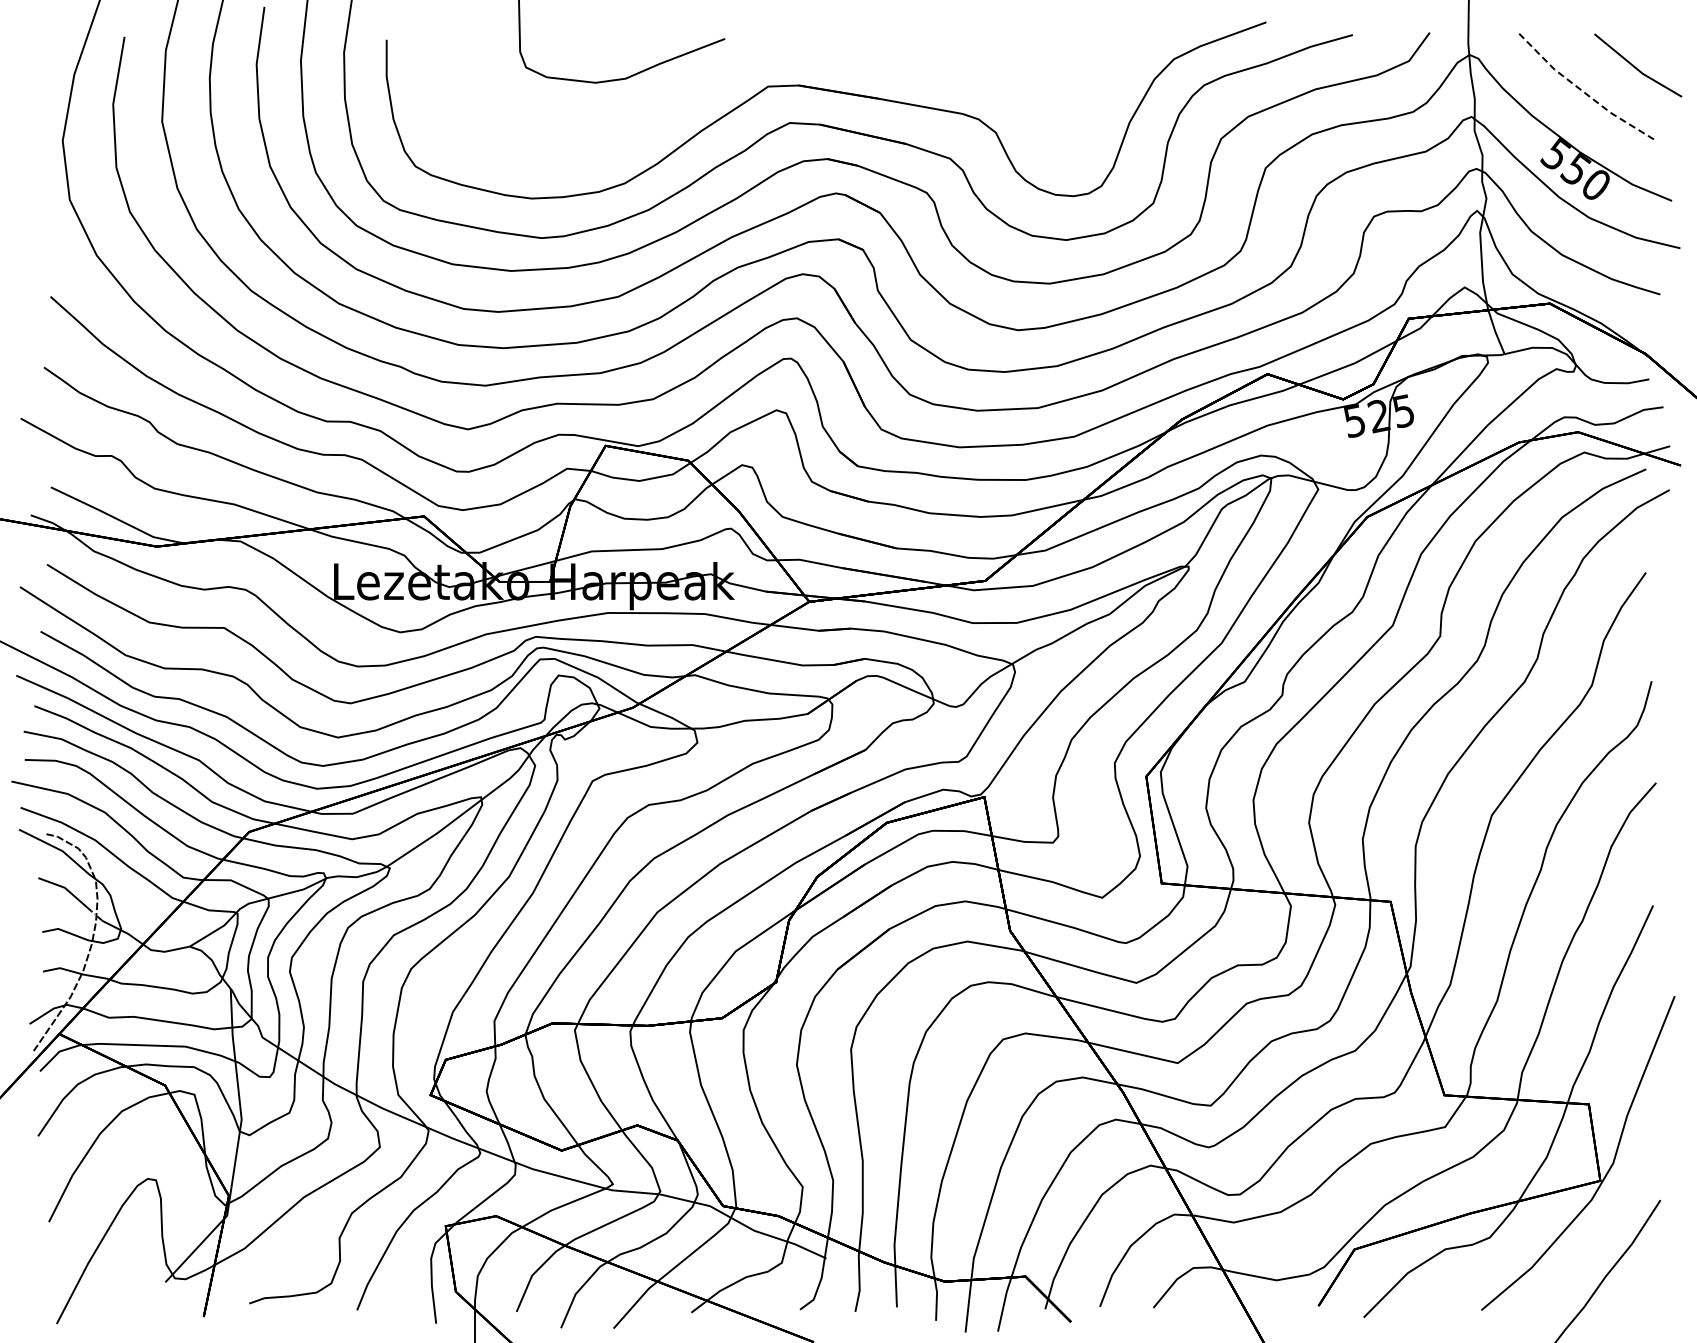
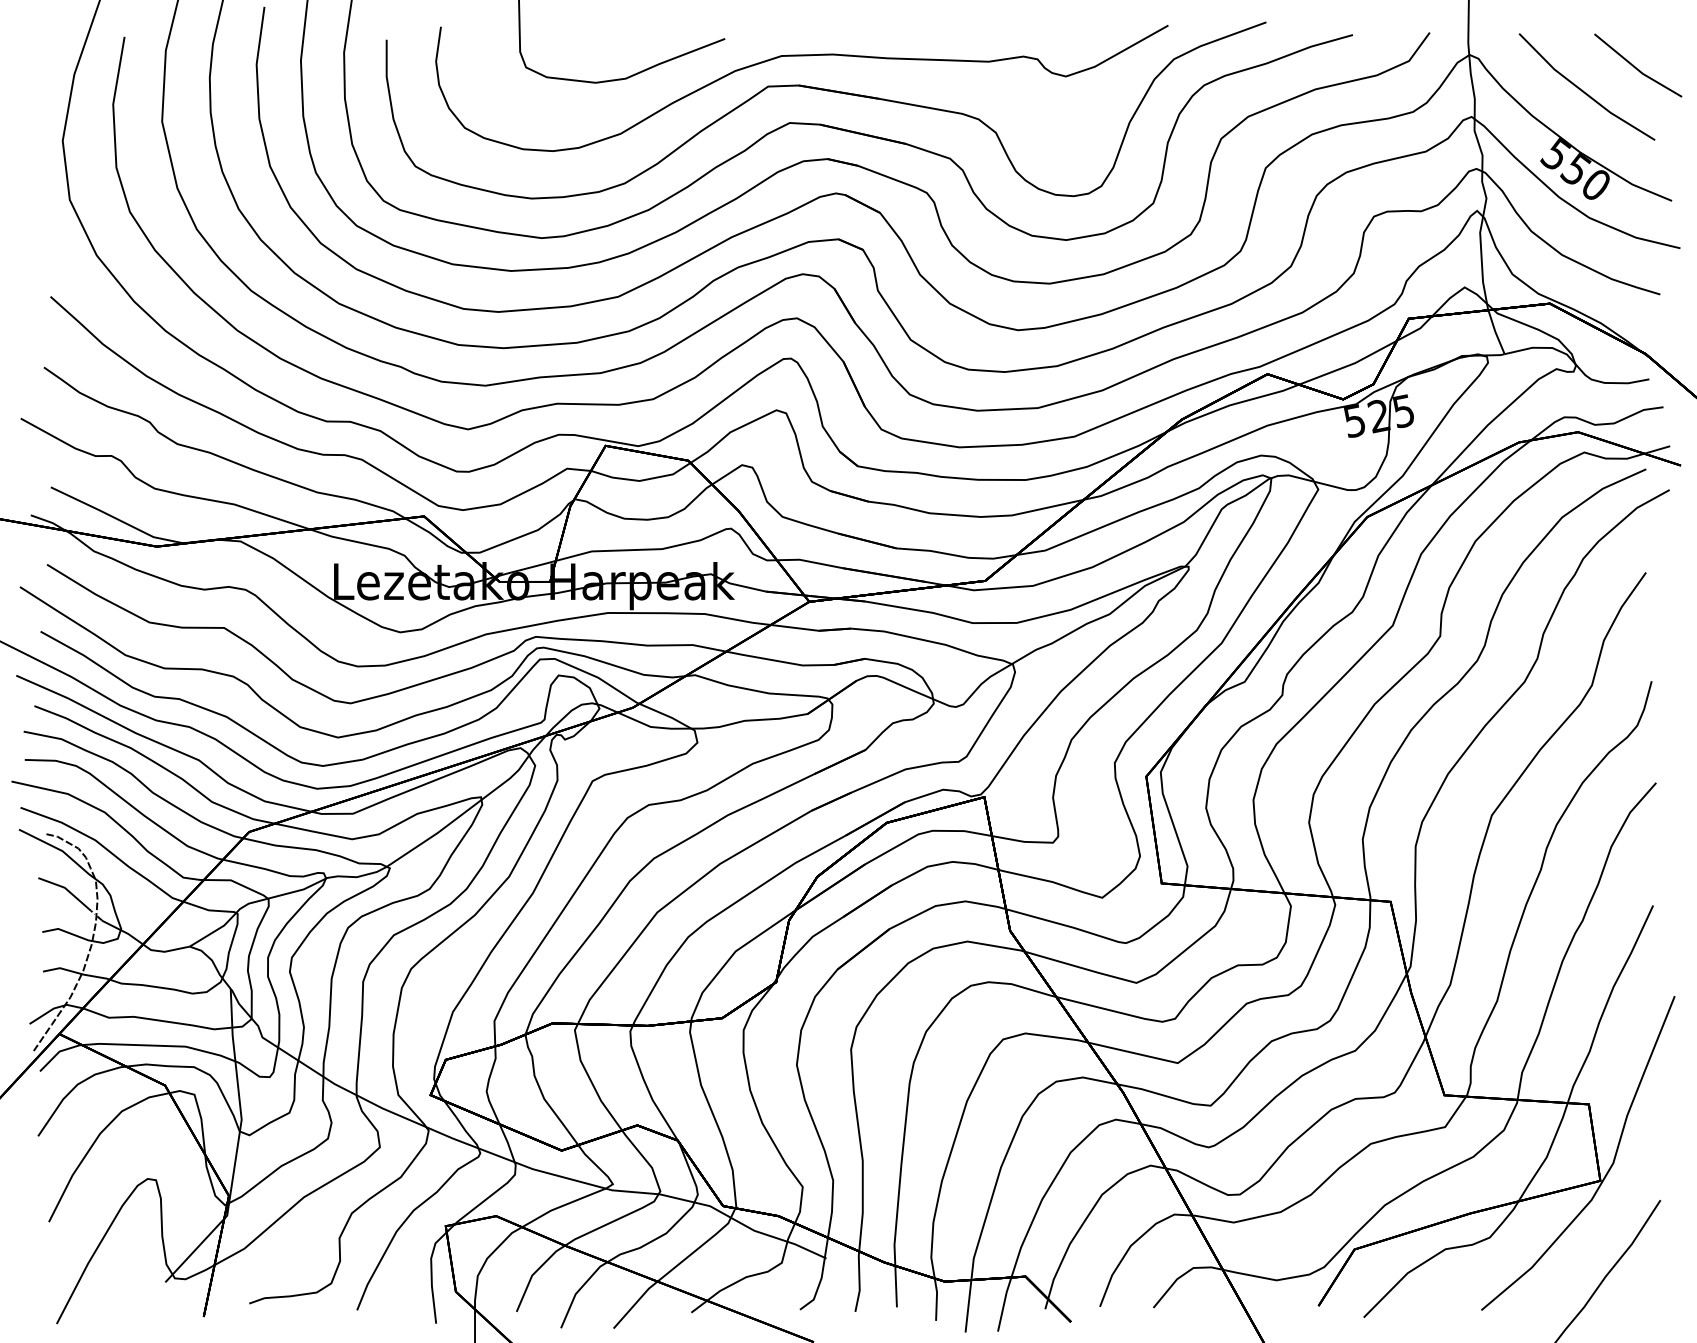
curve at (801, 56): none -> present
line at (1583, 92): dashed -> solid
